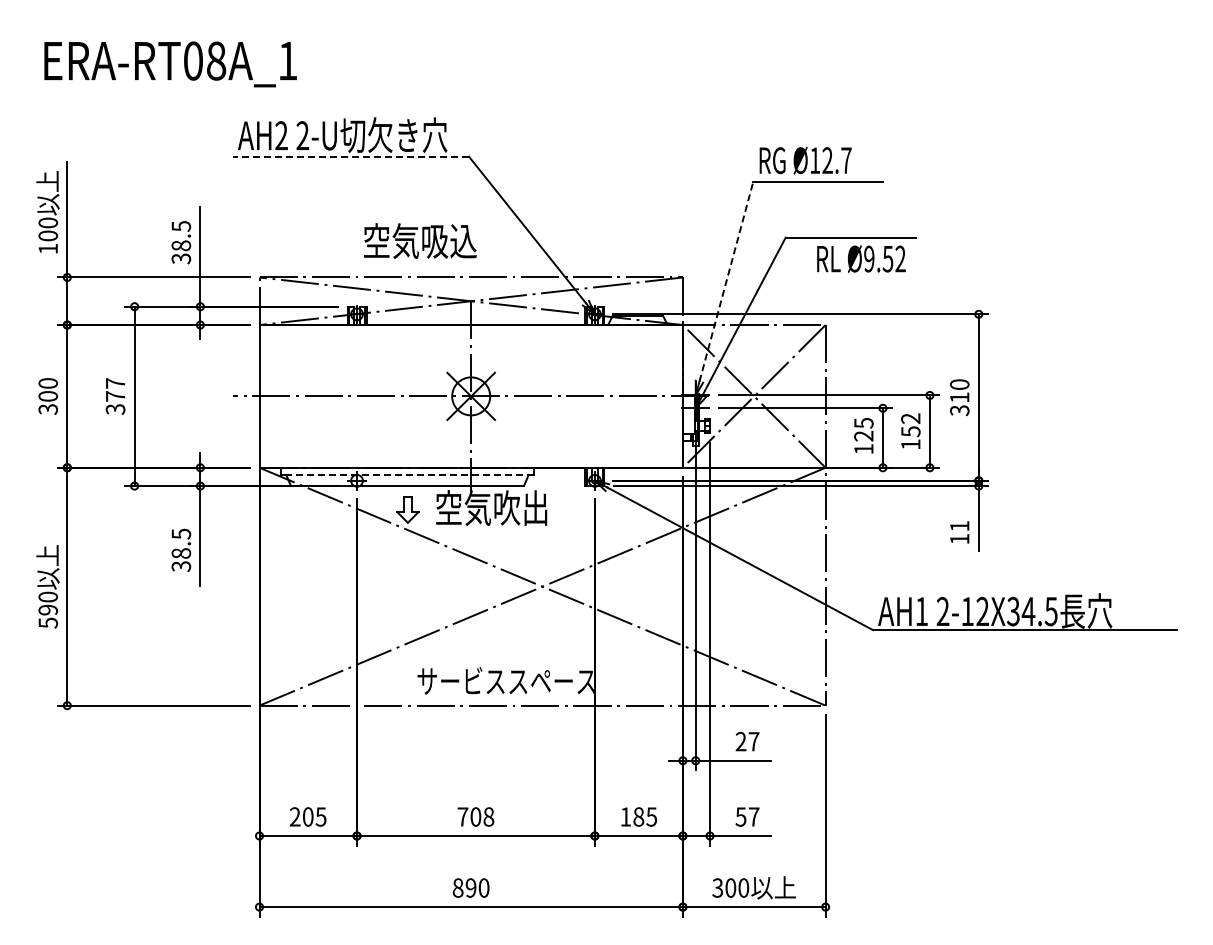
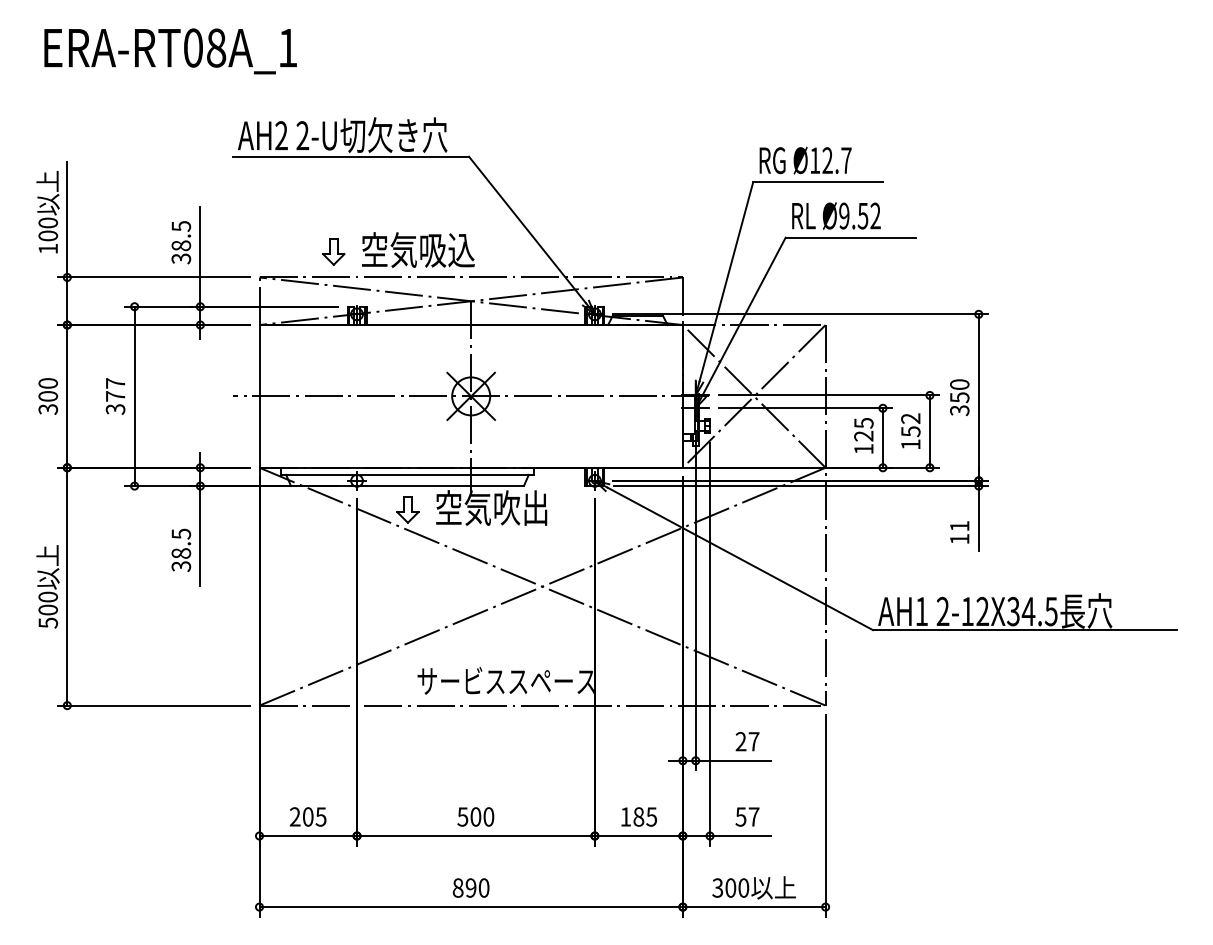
text at (170, 64) position: (170, 64) -> (170, 51)
line at (350, 156): dashed -> solid
text at (420, 240) position: (420, 240) -> (418, 249)
part at (333, 251): none -> present
text at (861, 258) position: (861, 258) -> (836, 215)
line at (726, 281): dashed -> solid
text at (959, 397): 310 -> 350
line at (406, 474): dashed -> solid
text at (47, 609): 590 -> 500
text at (475, 816): 708 -> 500
